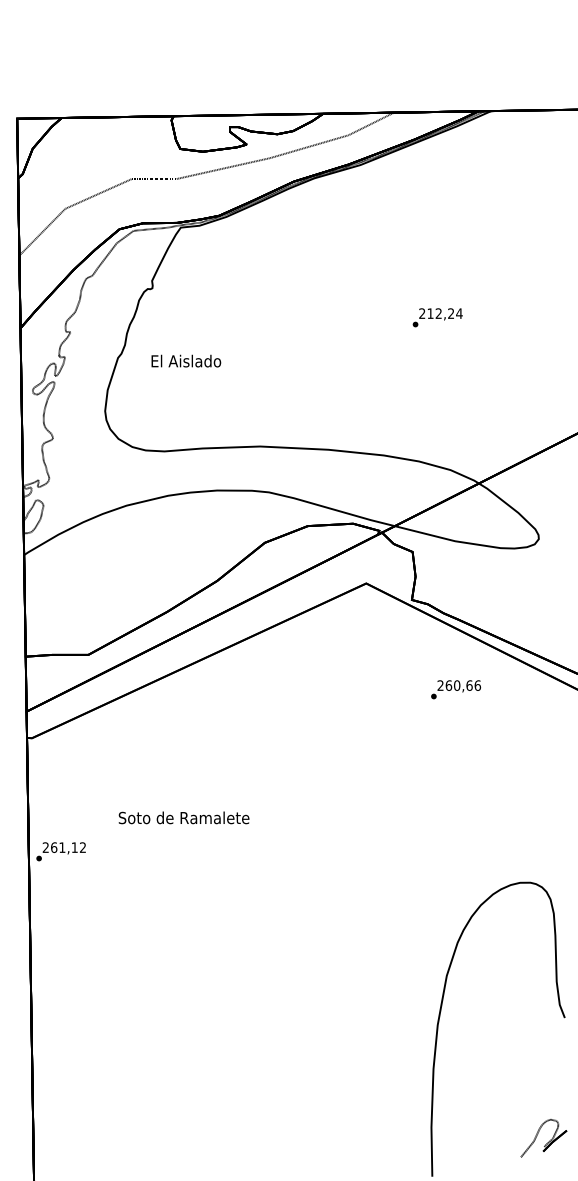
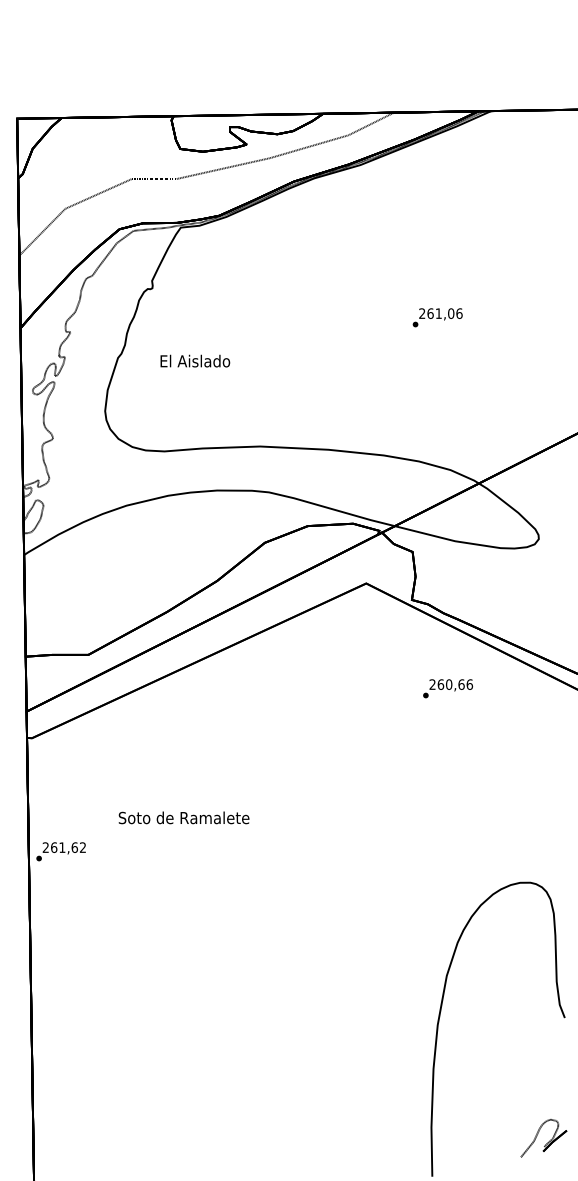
text at (444, 313): 212,24 -> 261,06
text at (186, 360) position: (186, 360) -> (195, 360)
text at (455, 689) position: (455, 689) -> (447, 688)
text at (74, 847): 261,12 -> 261,62
